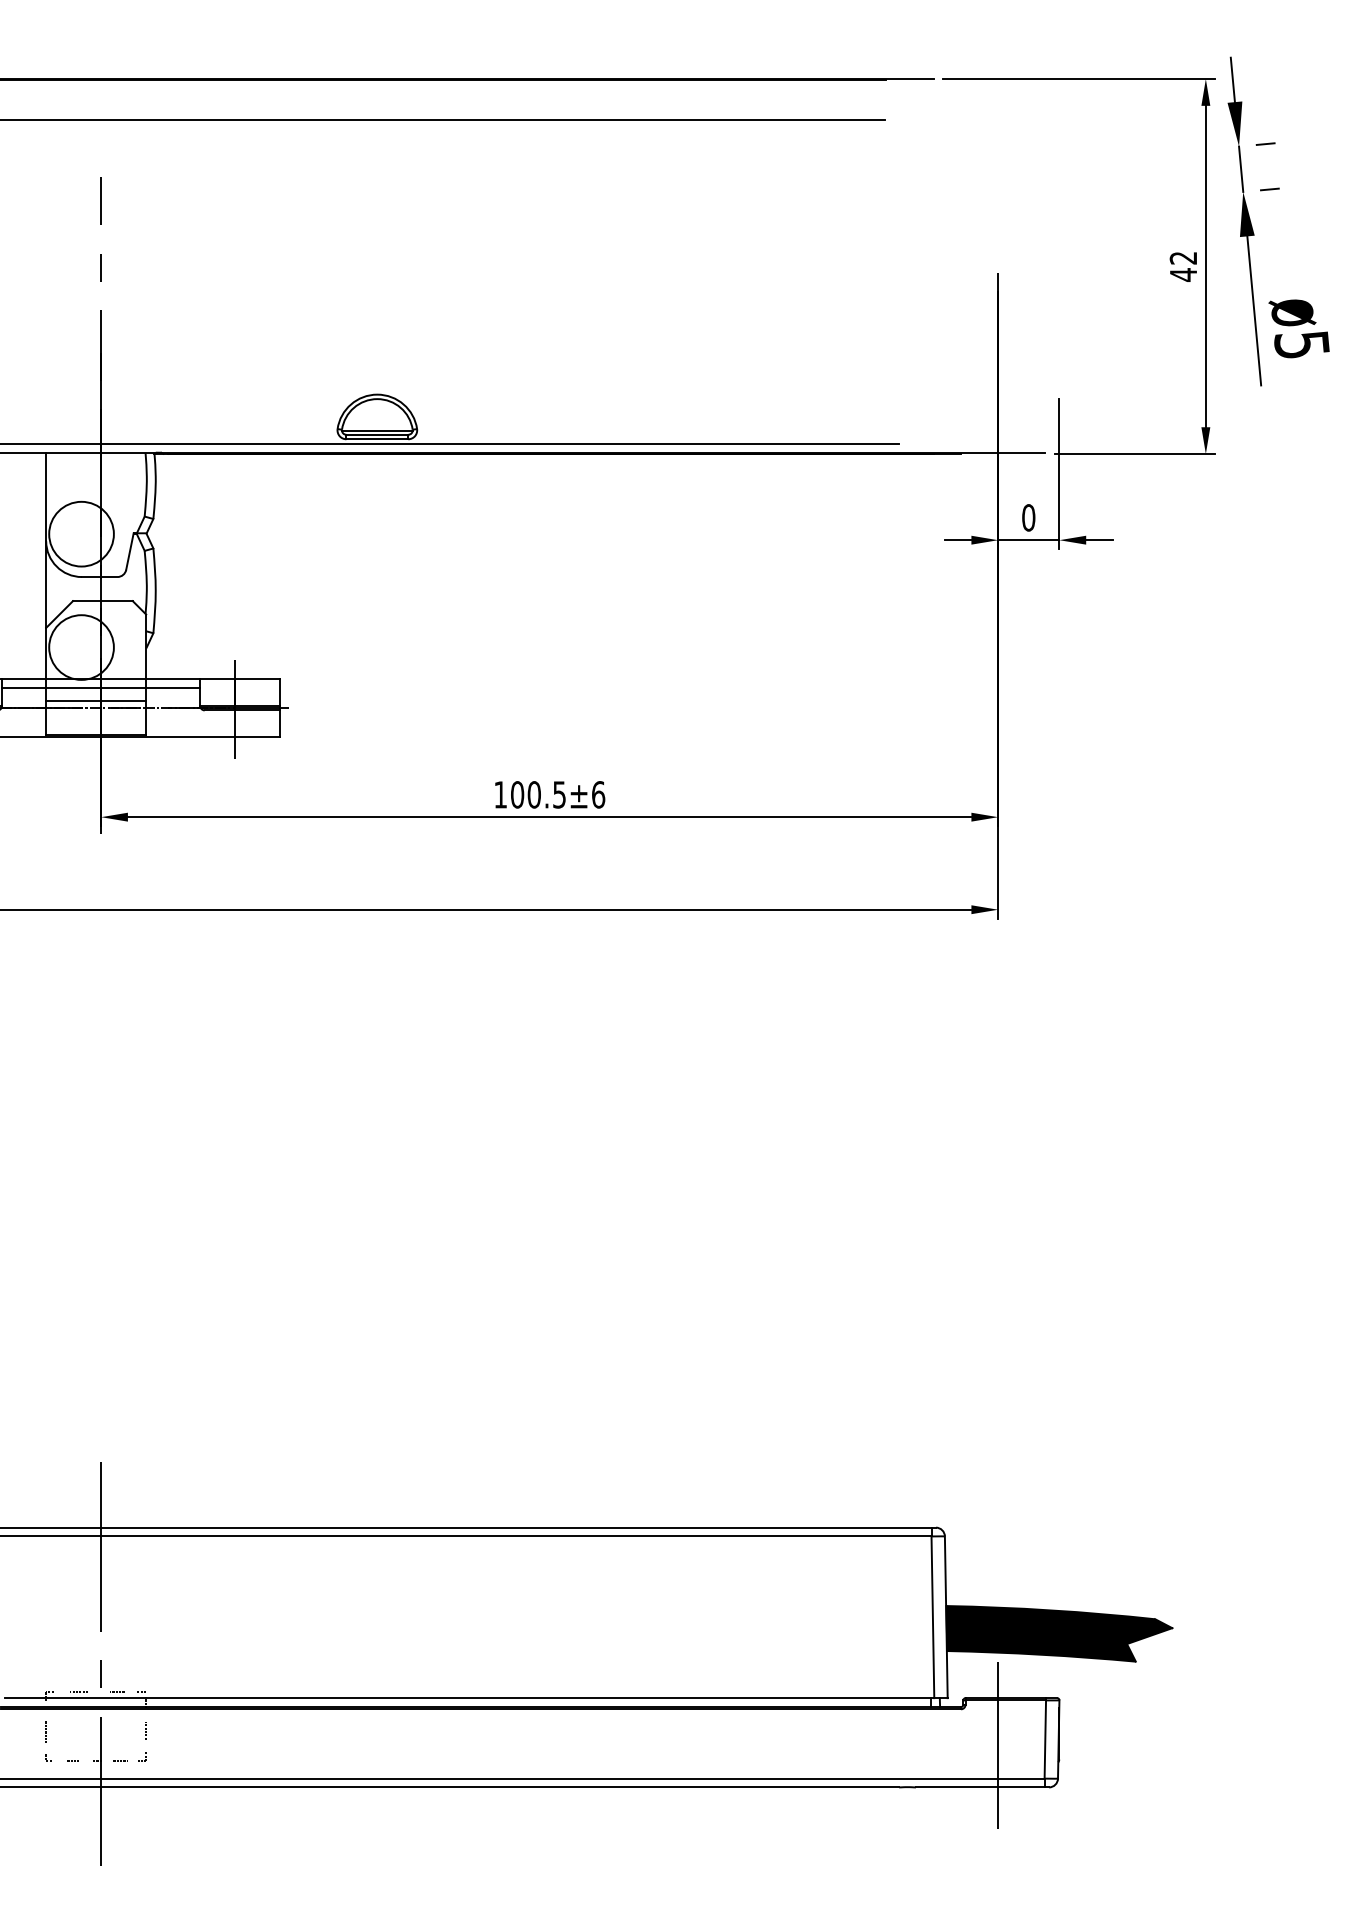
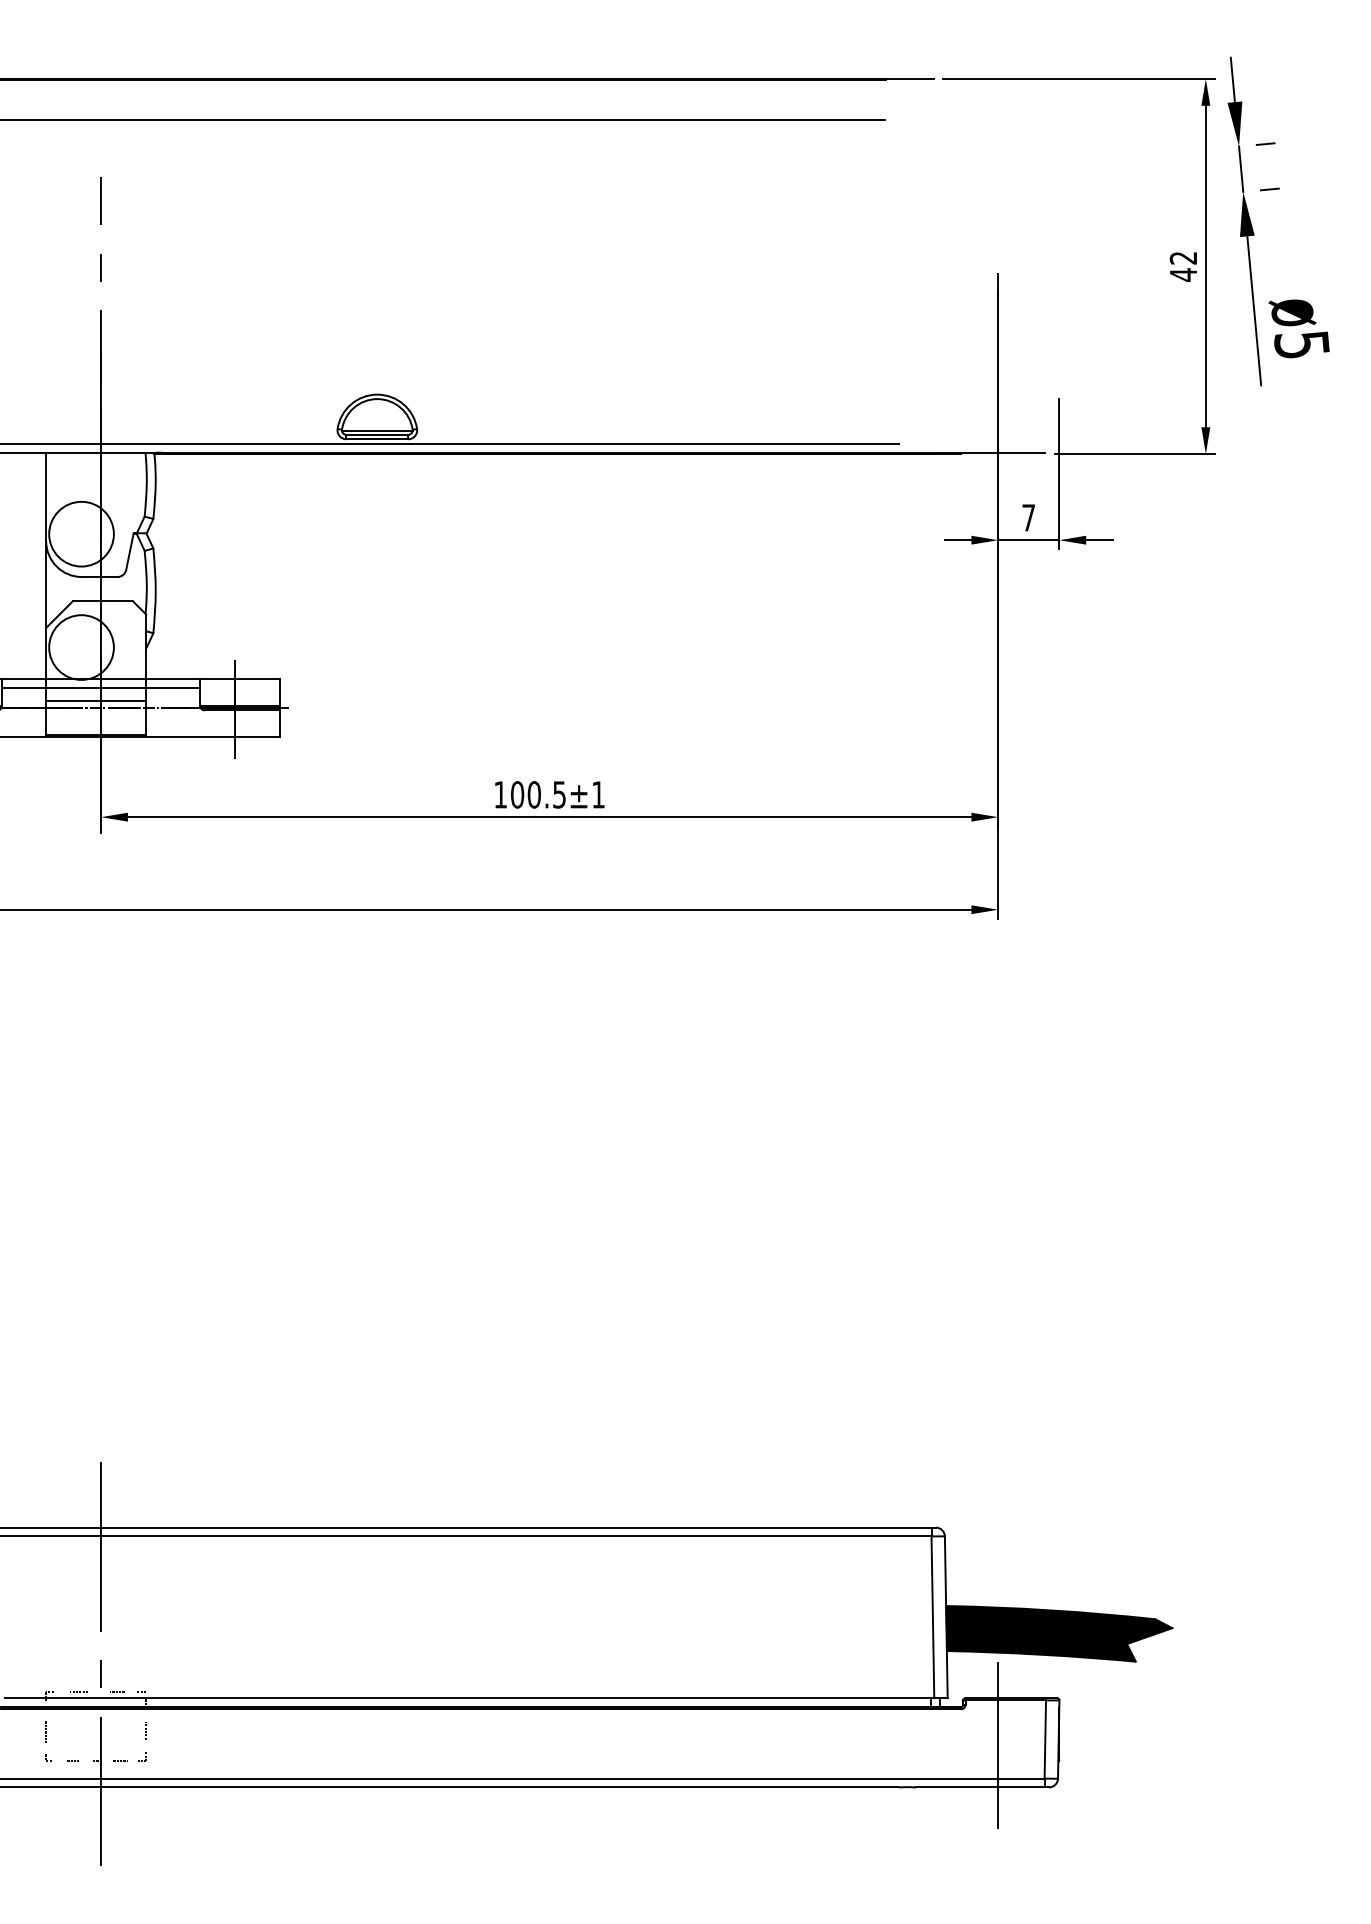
text at (1028, 517): 0 -> 7
text at (598, 794): 100.5±6 -> 100.5±1
